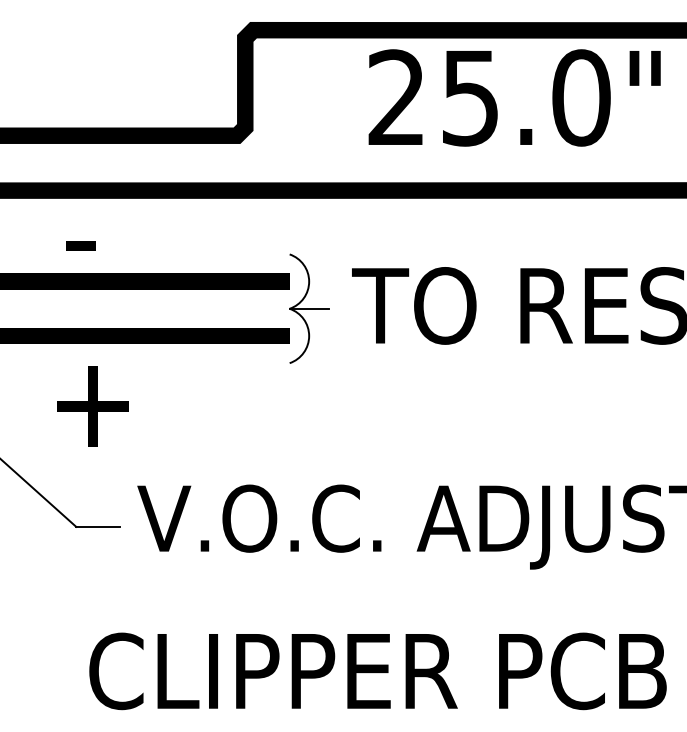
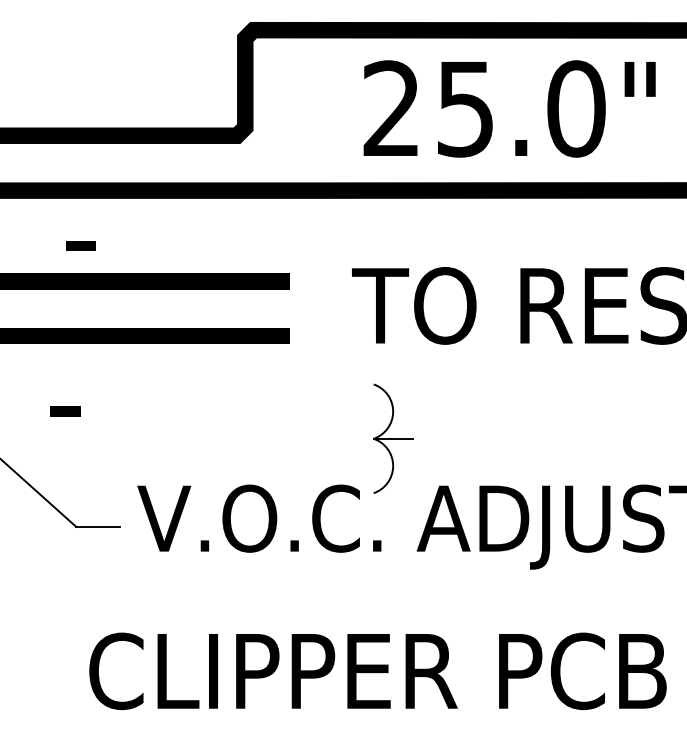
text at (514, 97) position: (514, 97) -> (509, 108)
part at (309, 308) position: (309, 308) -> (393, 438)
text at (89, 406): + -> -
